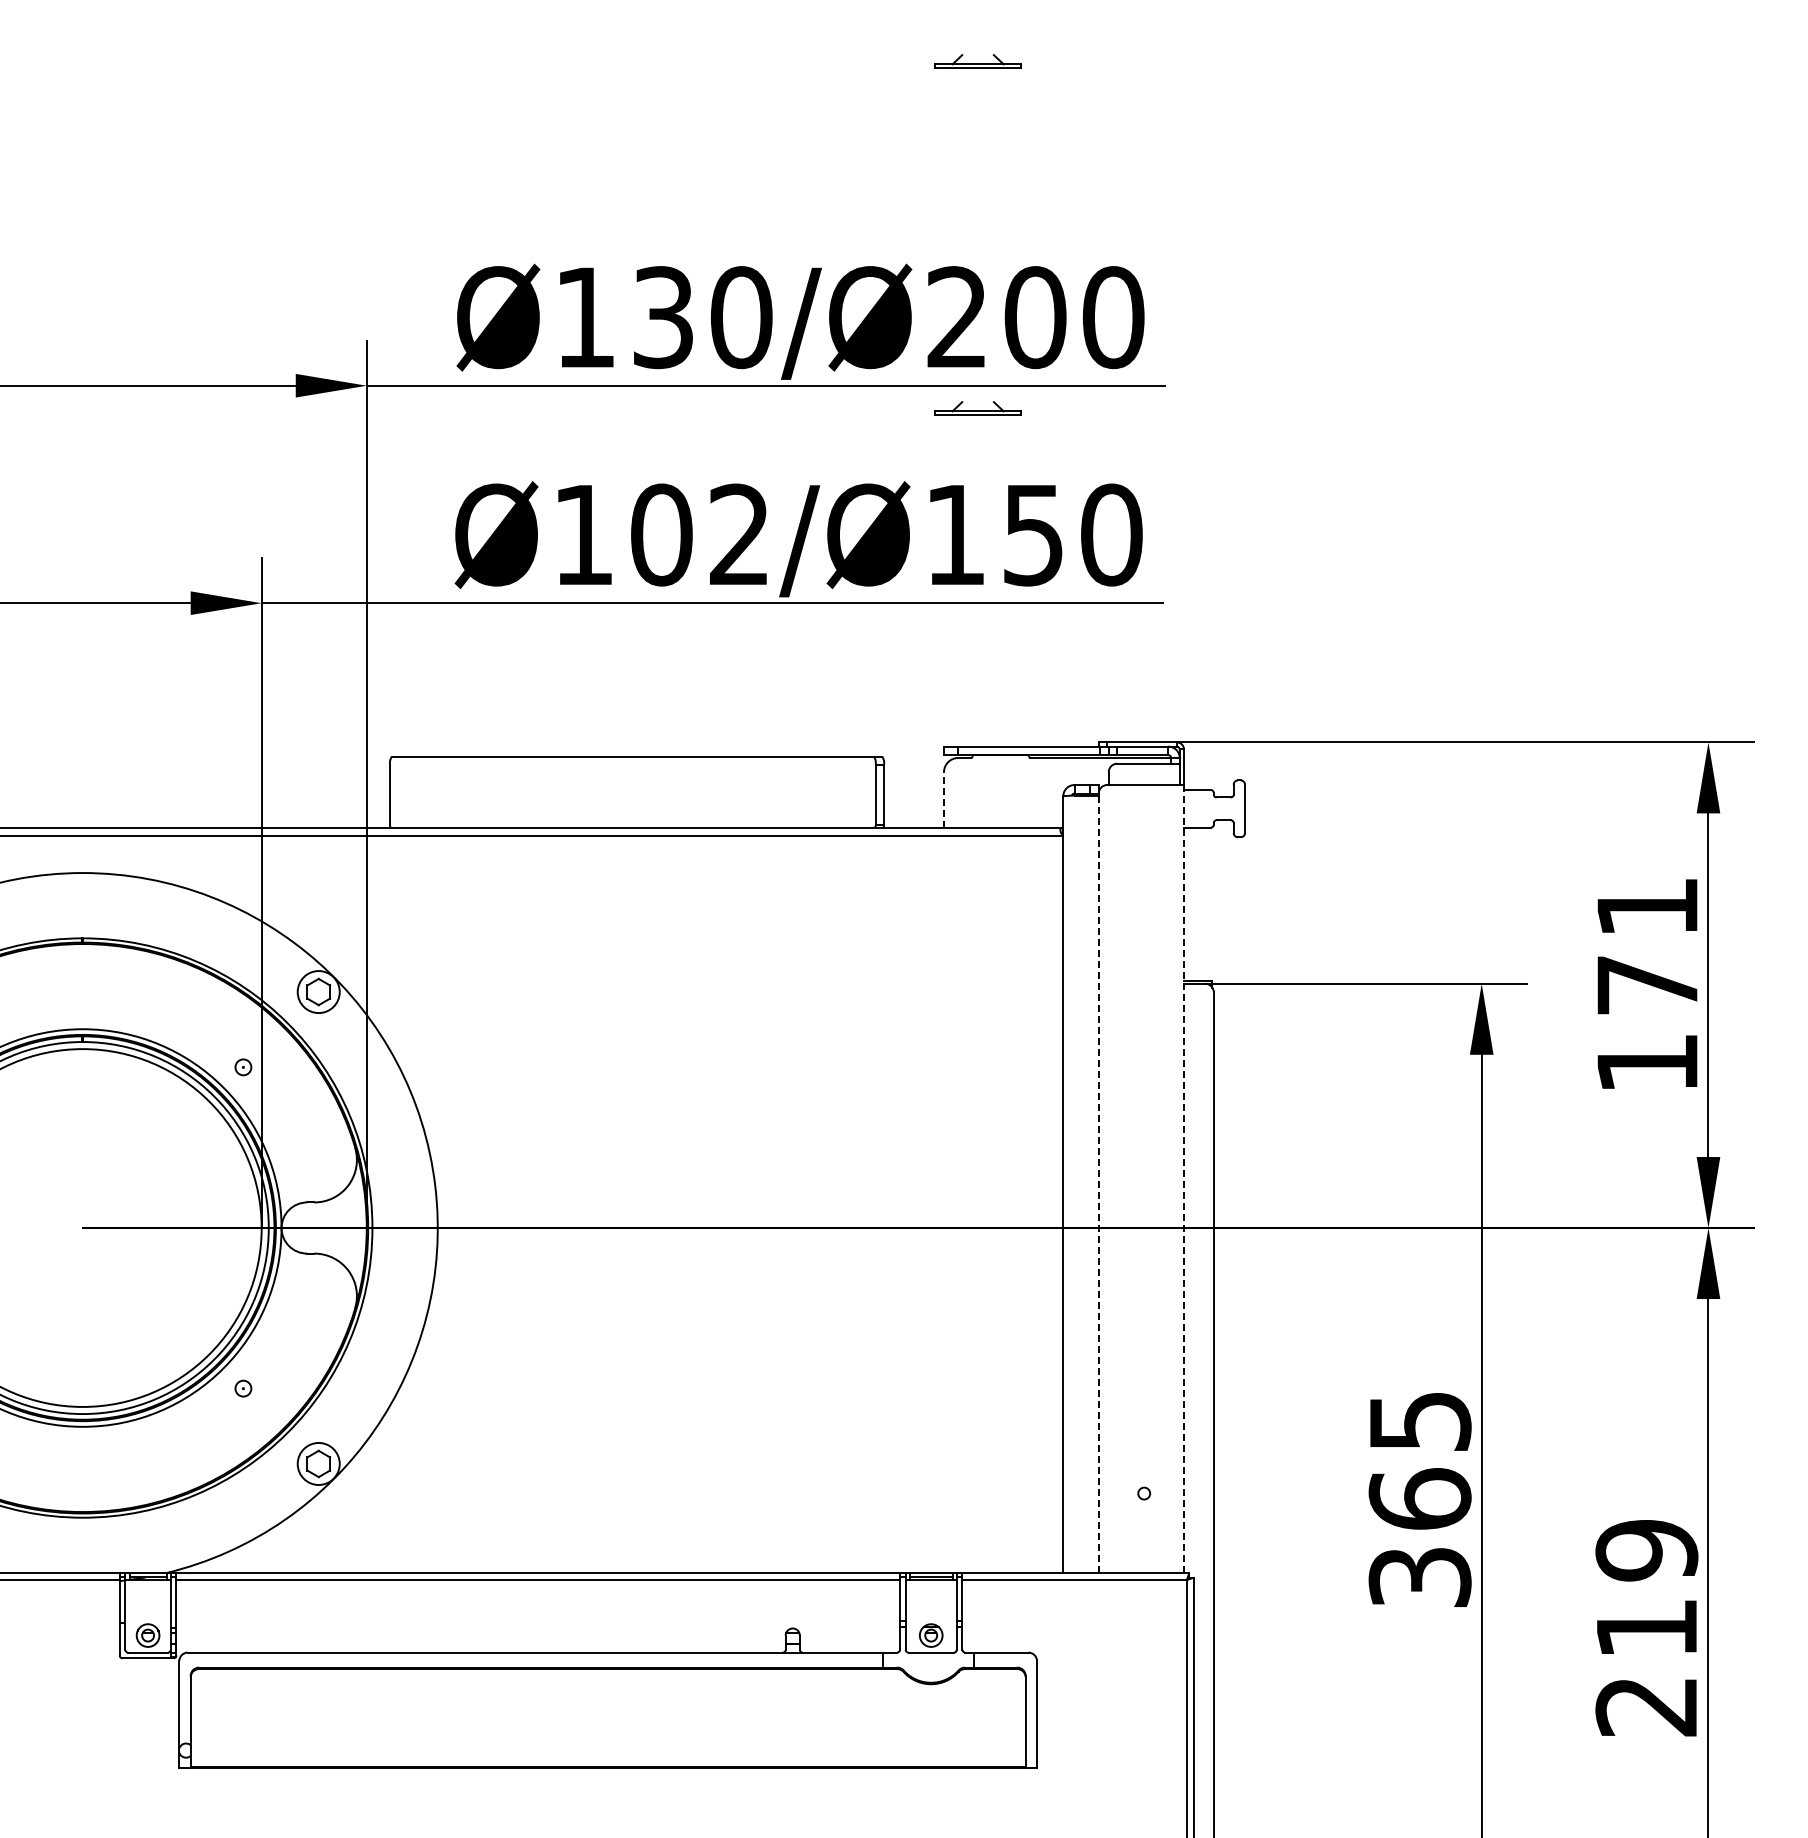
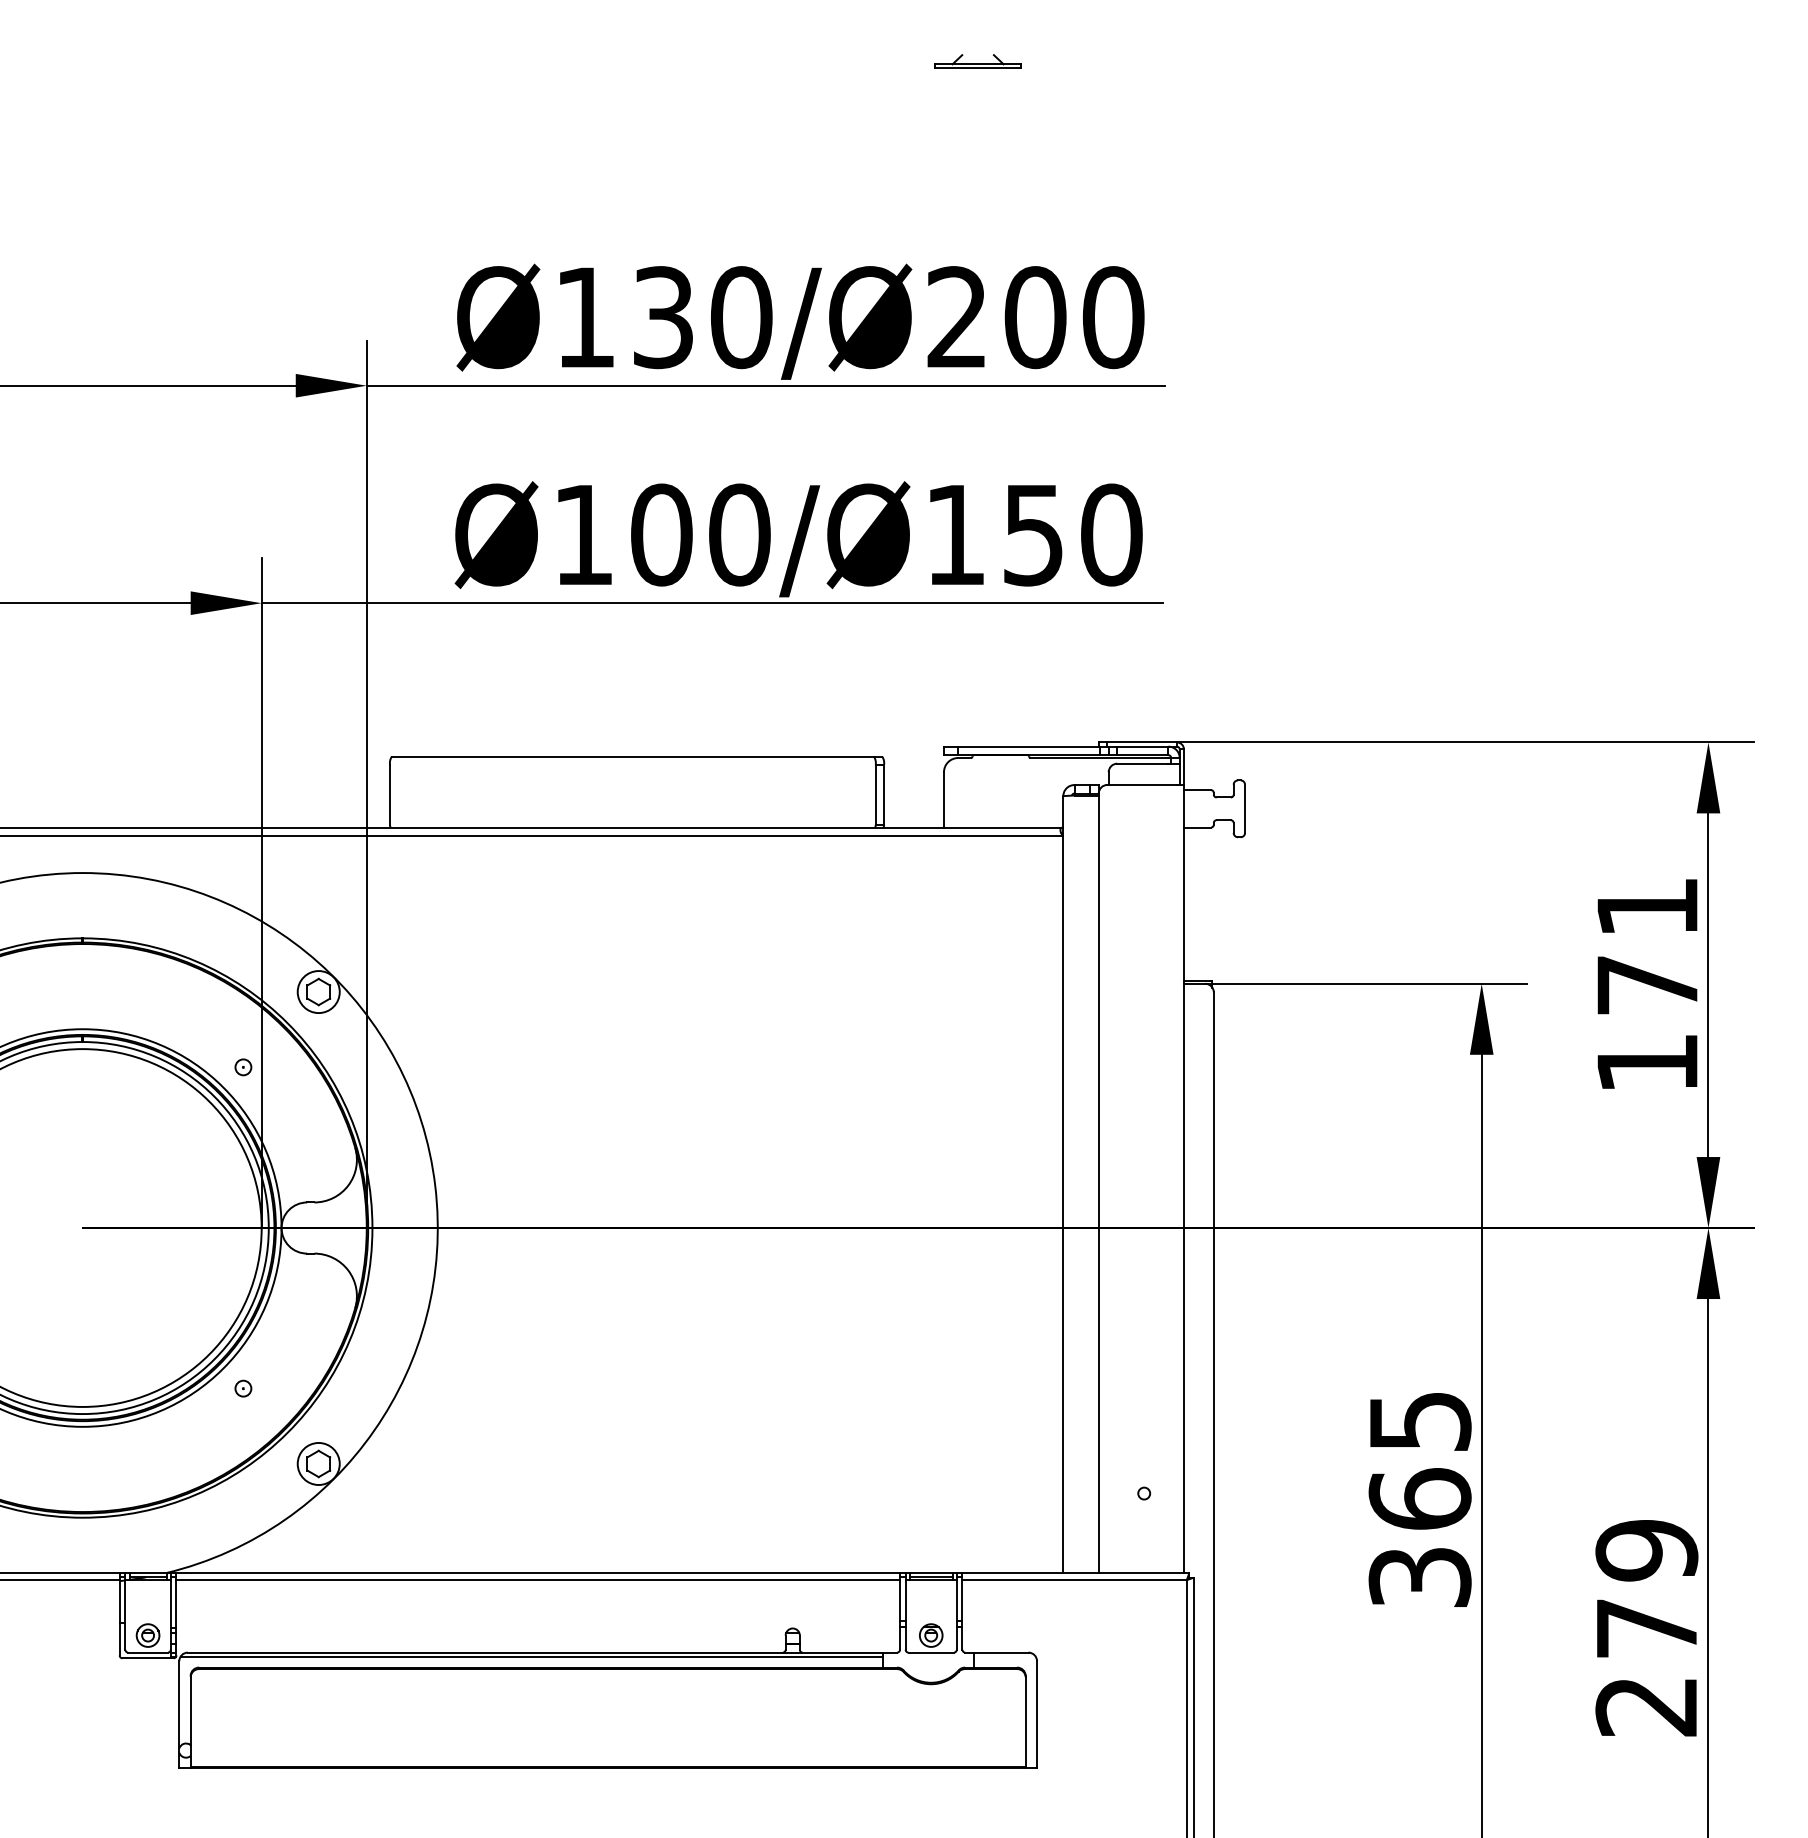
part at (977, 408): present -> none
text at (739, 534): Ø102/Ø150 -> Ø100/Ø150
line at (944, 799): dashed -> solid
line at (1183, 1179): dashed -> solid
line at (1098, 1183): dashed -> solid
text at (1646, 1628): 219 -> 279
line at (531, 1656): none -> present
